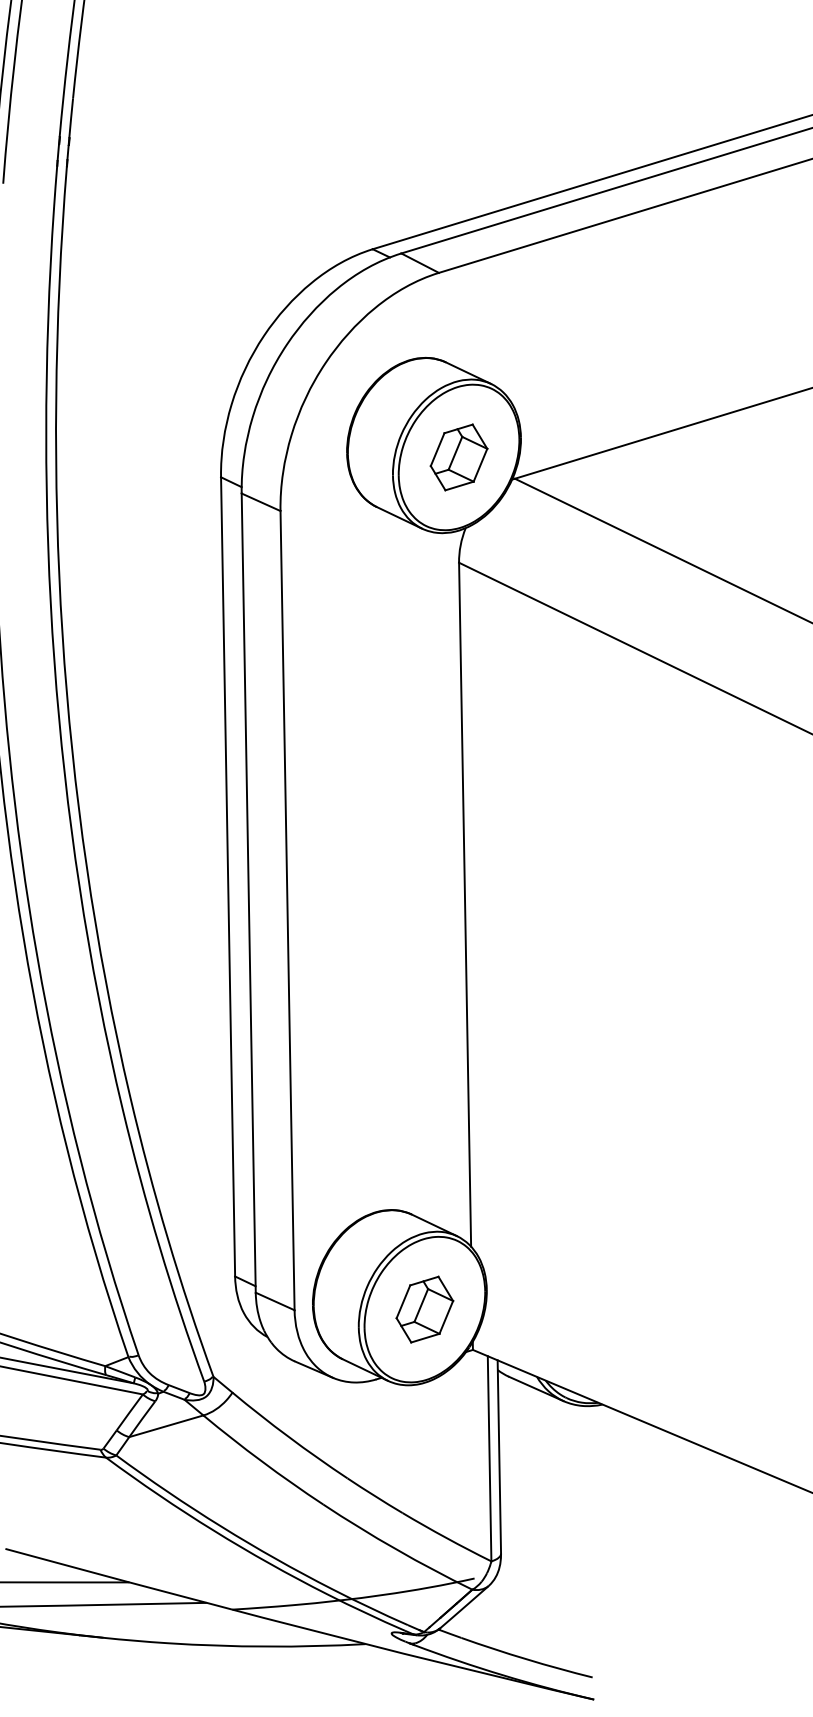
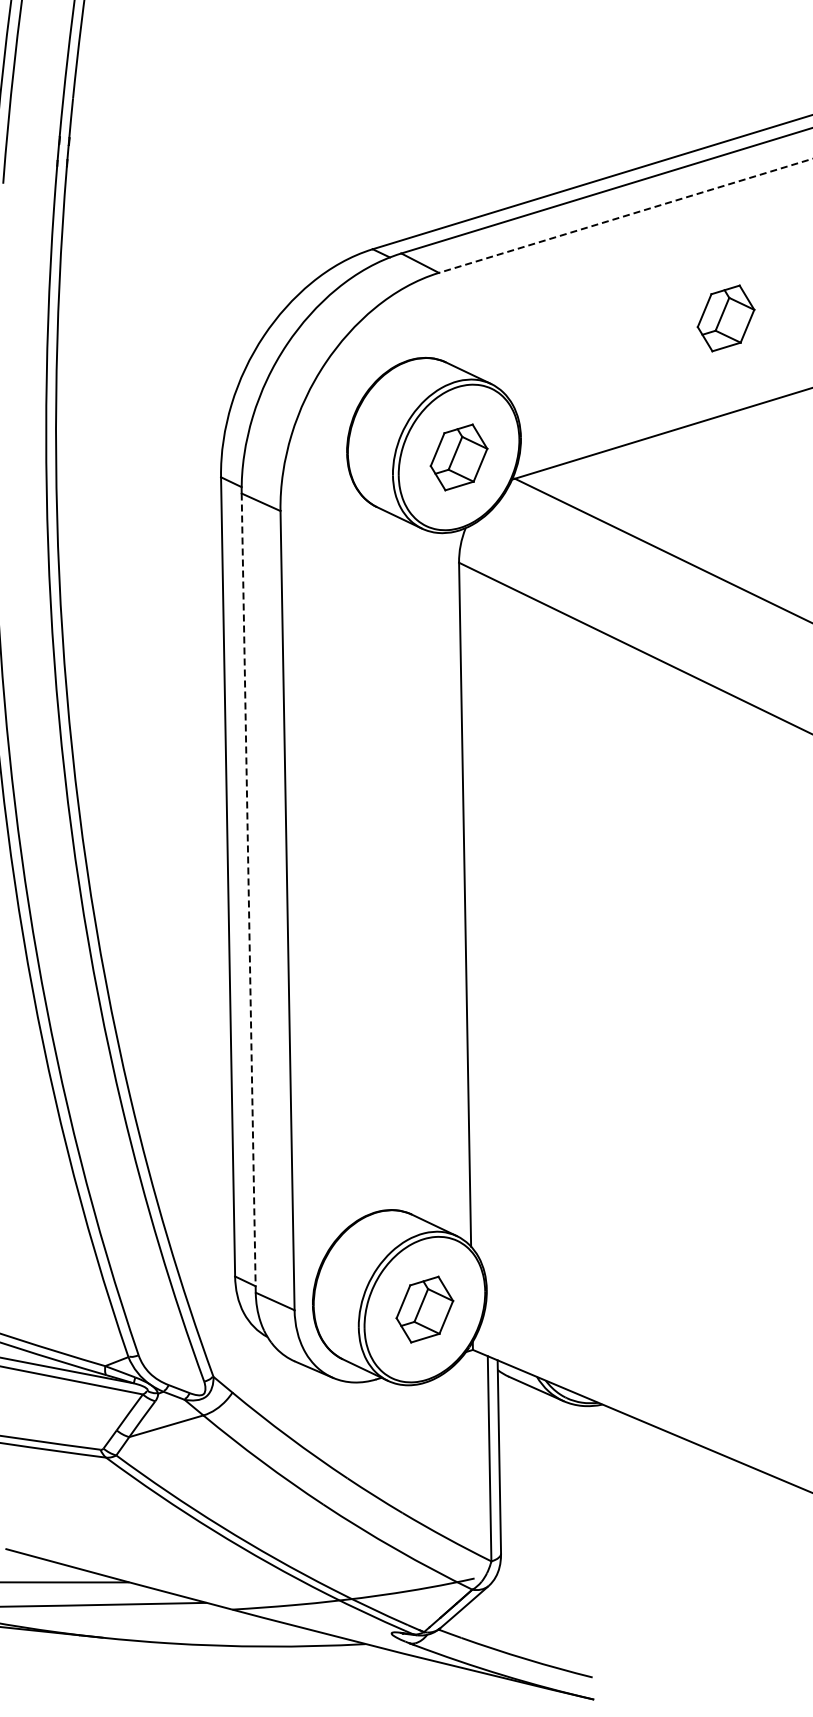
line at (625, 215): solid -> dashed
part at (725, 318): none -> present
line at (248, 893): solid -> dashed
